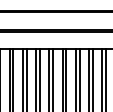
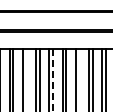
line at (26, 78): present -> none
line at (79, 78): present -> none
line at (53, 81): solid -> dashed
